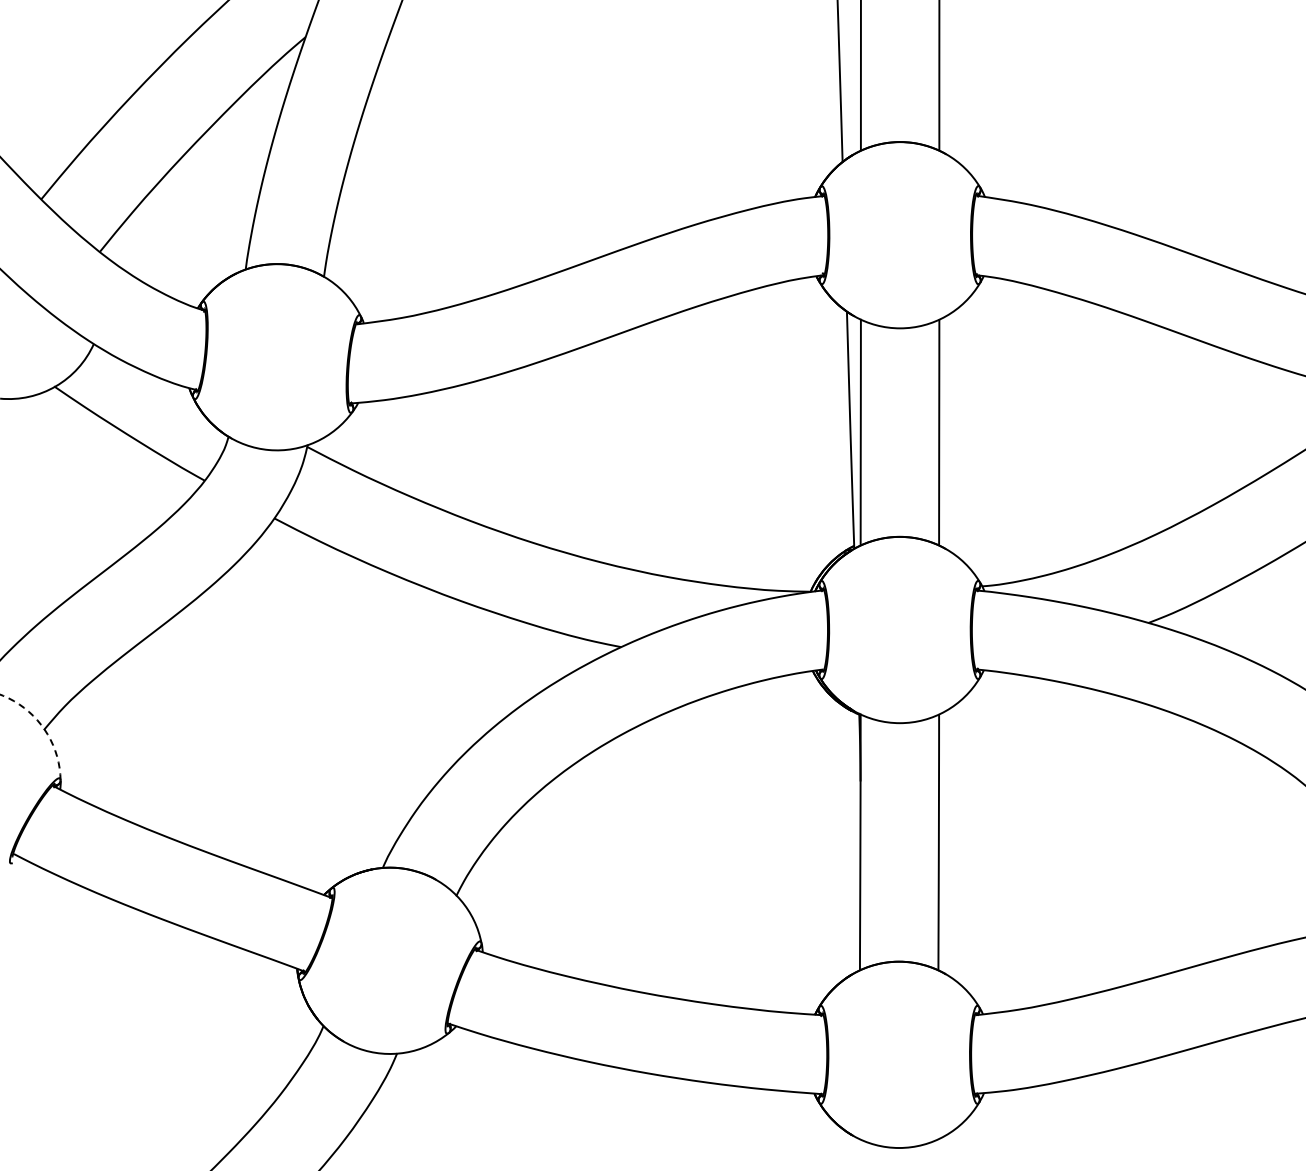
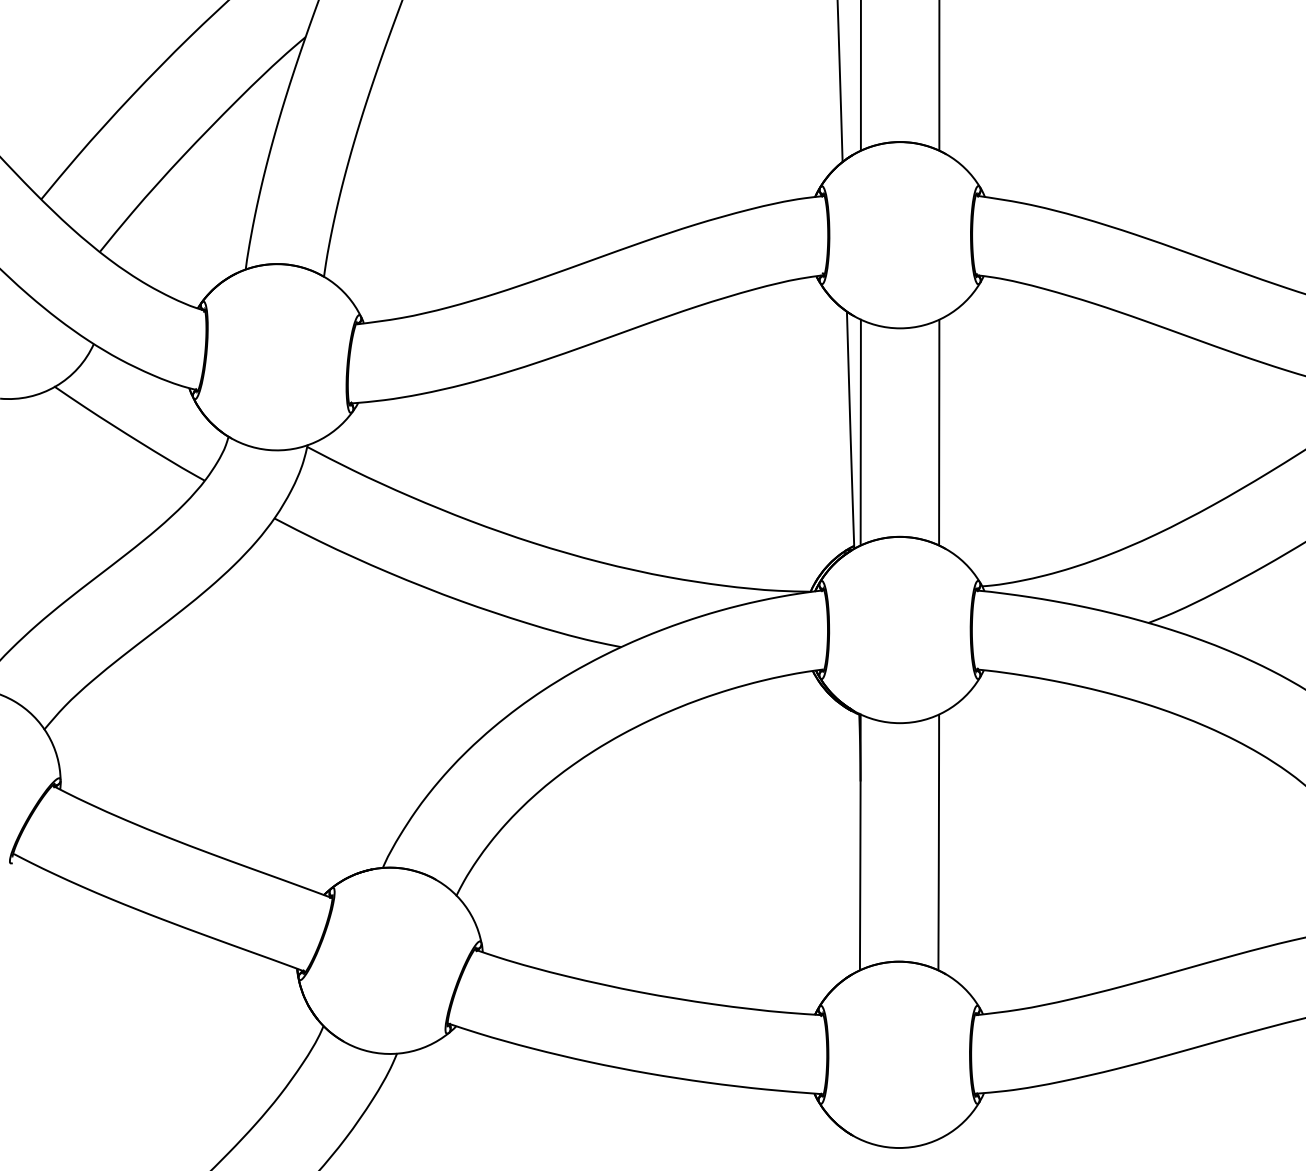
arc at (42, 727): dashed -> solid
